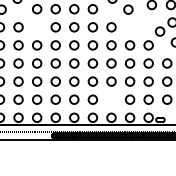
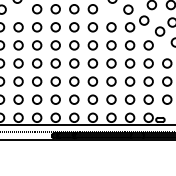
part at (136, 23): none -> present
circle at (37, 27): none -> present
circle at (111, 99): none -> present
